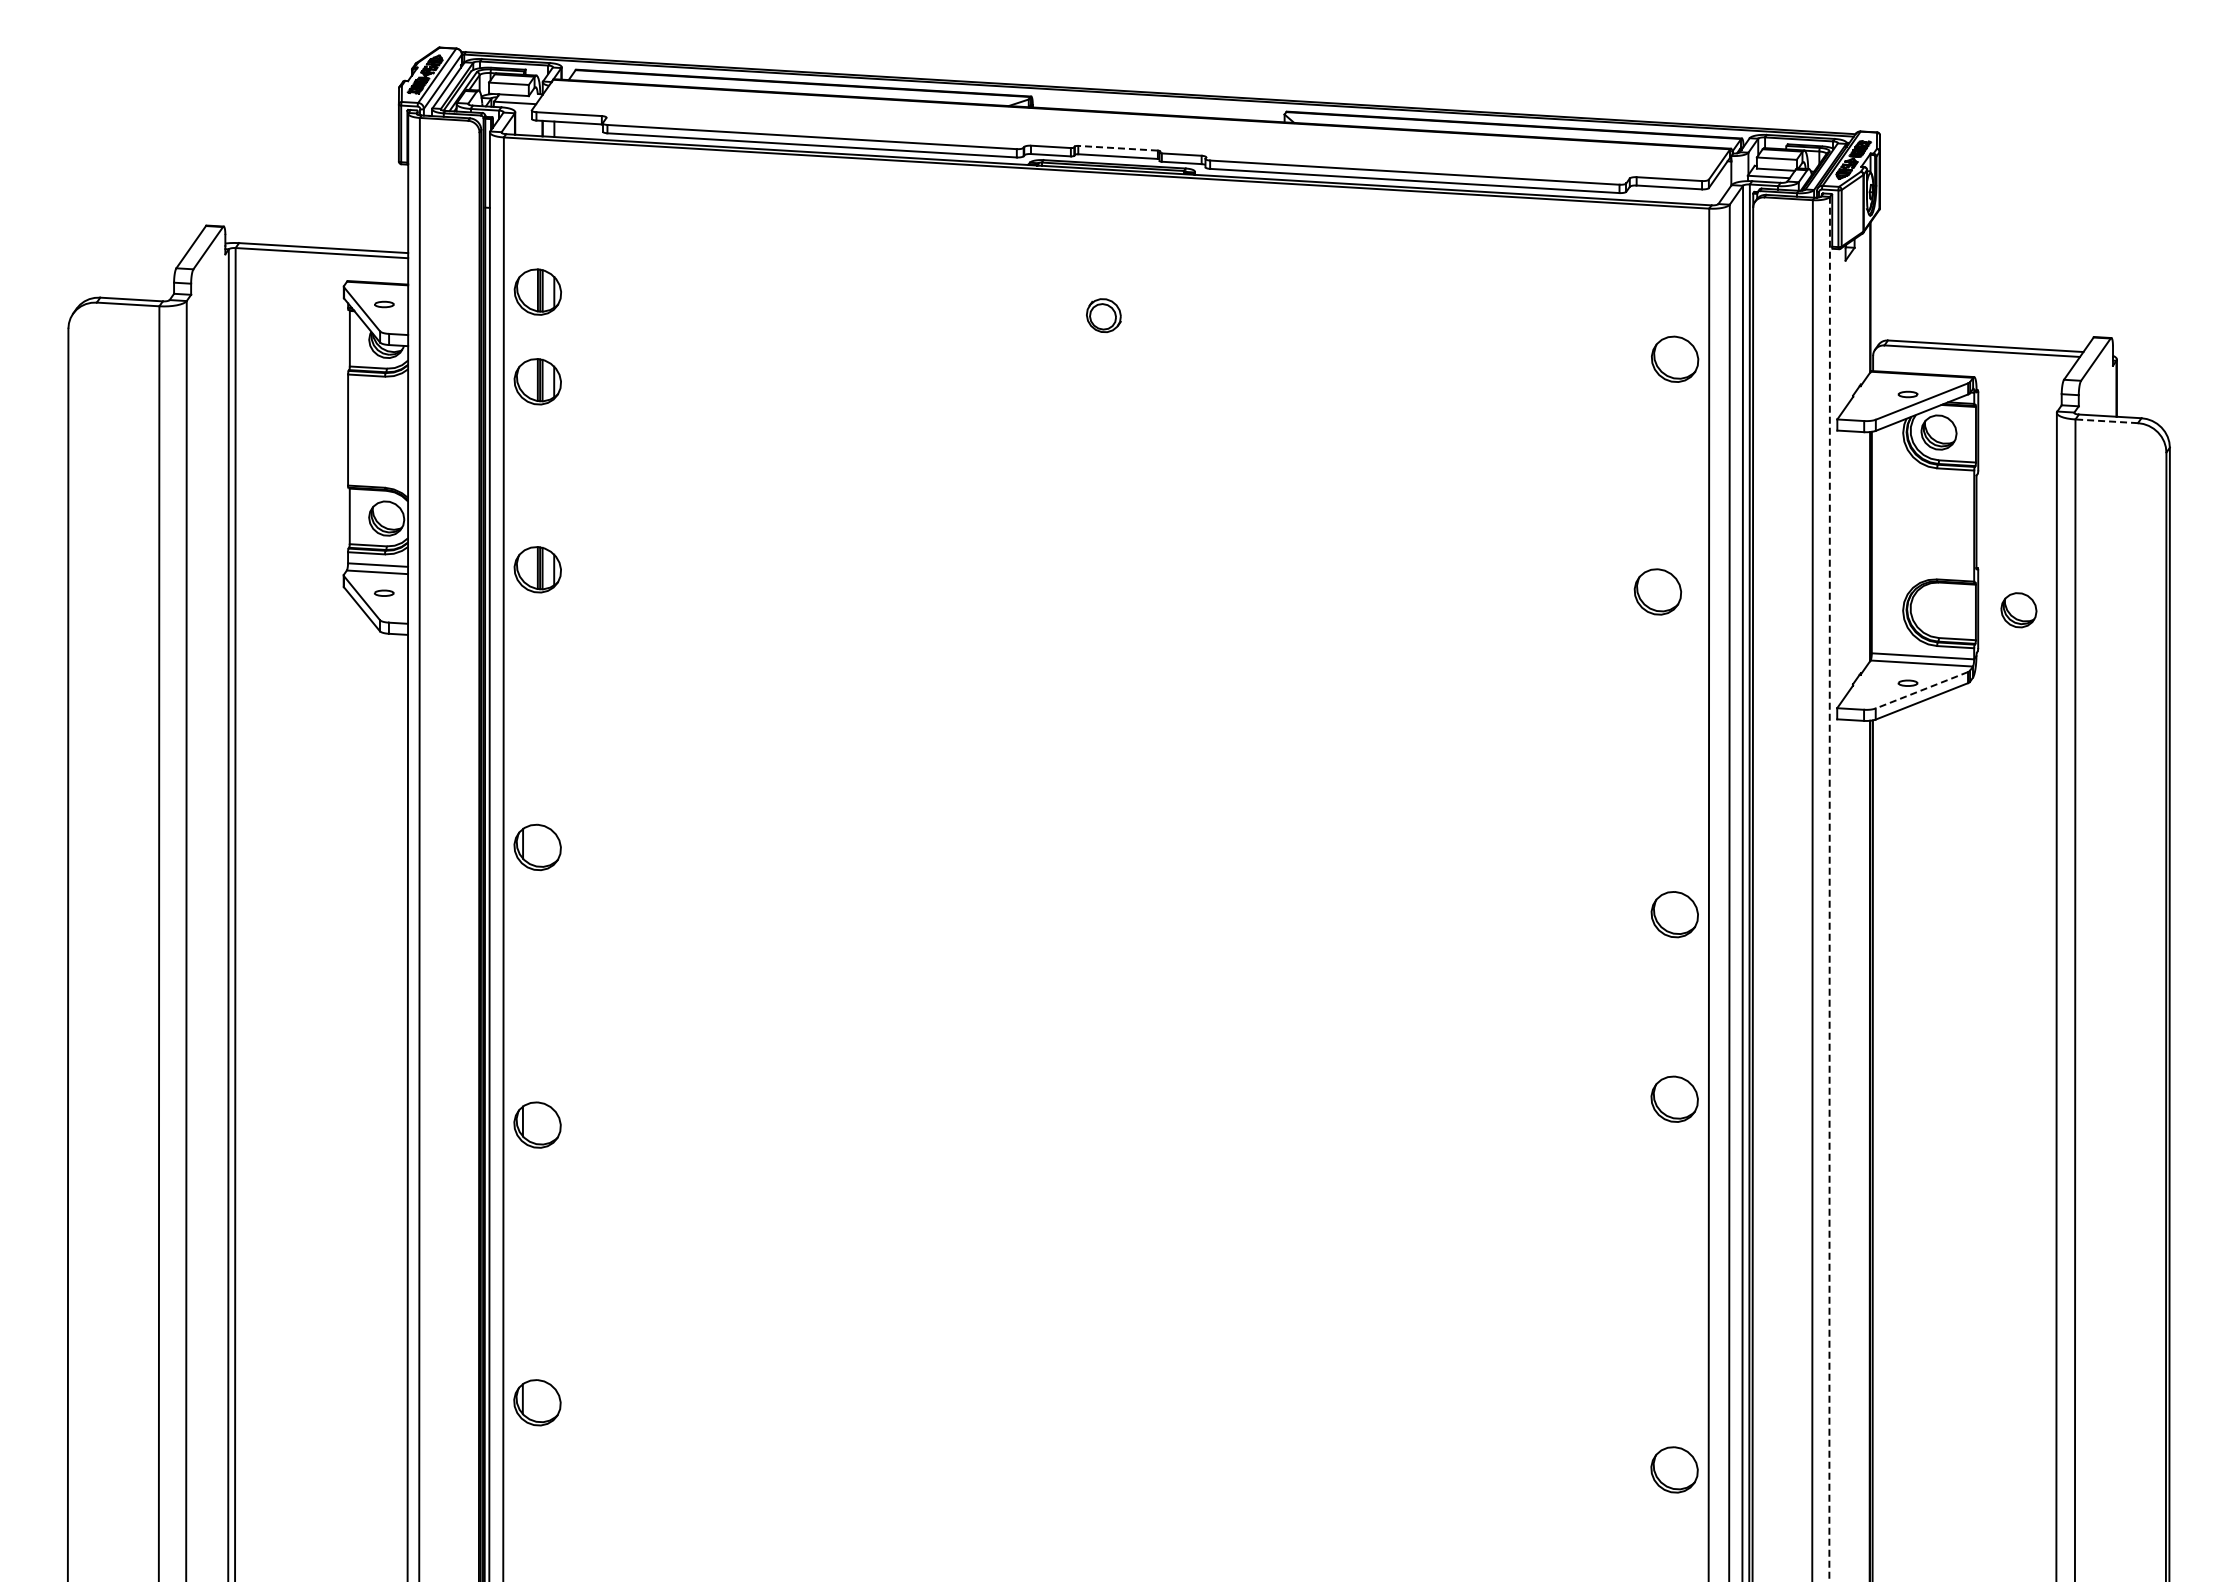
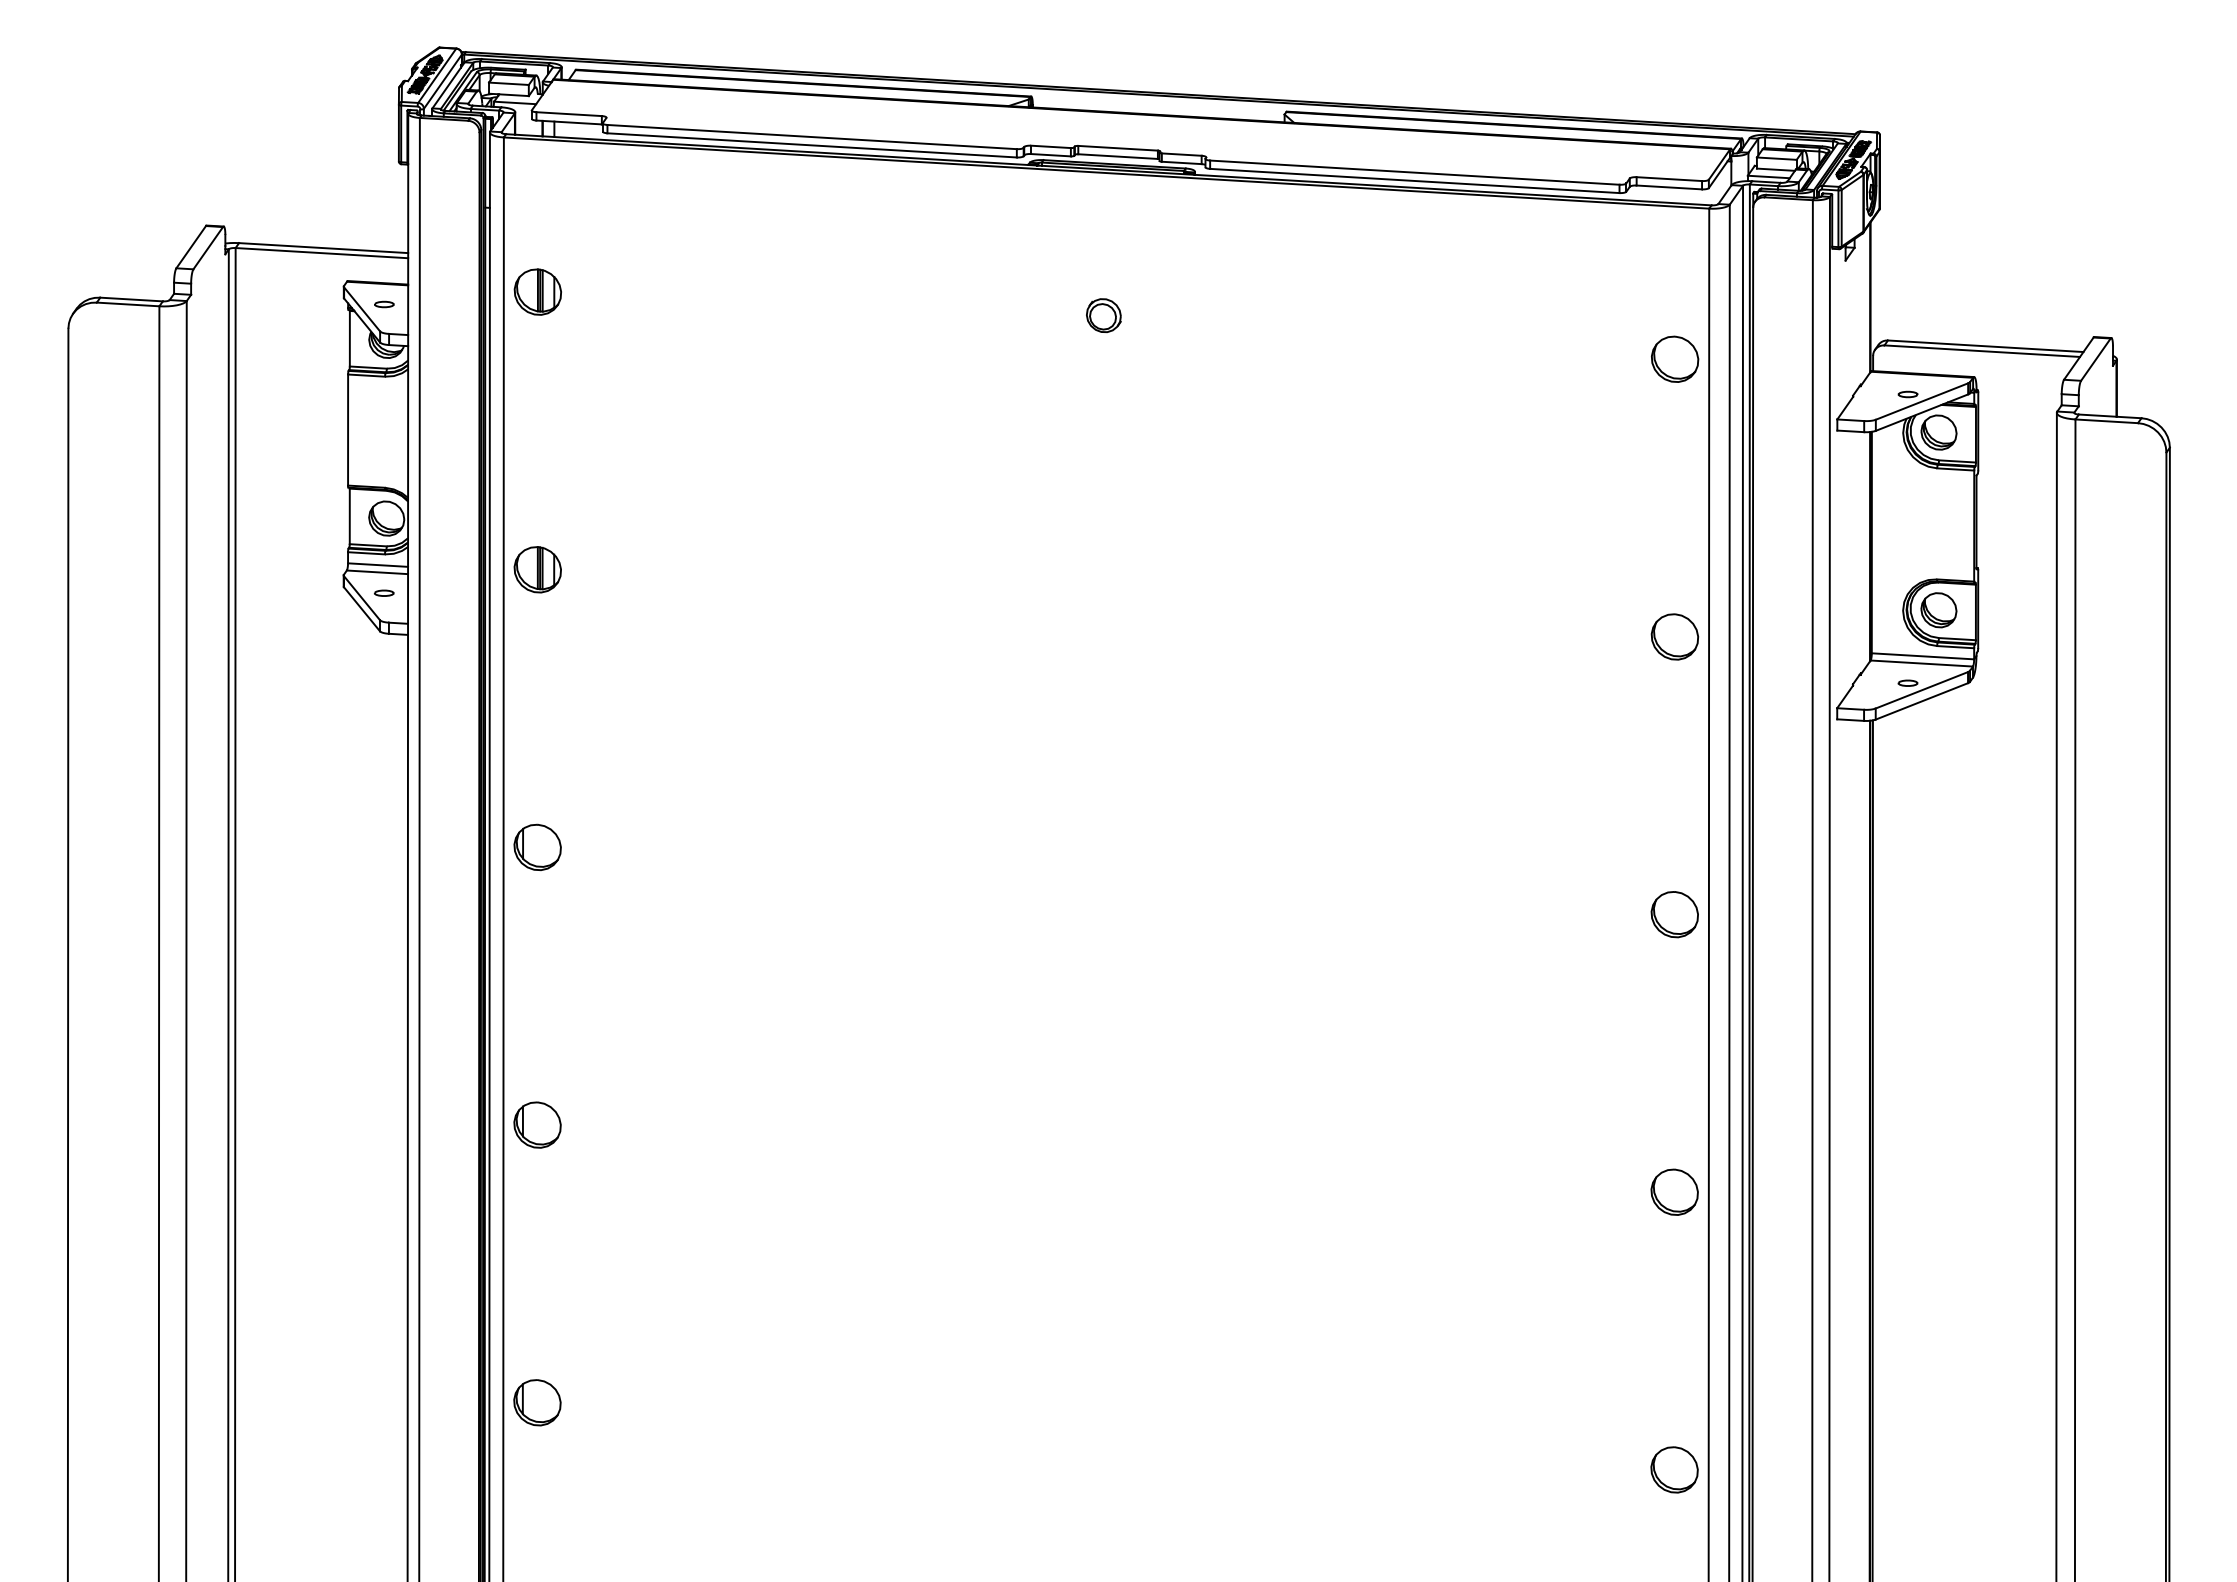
line at (1118, 148): dashed -> solid
part at (537, 381): present -> none
line at (2106, 421): dashed -> solid
part at (1657, 591) position: (1657, 591) -> (1674, 636)
part at (2018, 610) position: (2018, 610) -> (1938, 610)
line at (1921, 690): dashed -> solid
line at (1829, 888): dashed -> solid
part at (1674, 1098) position: (1674, 1098) -> (1674, 1191)
